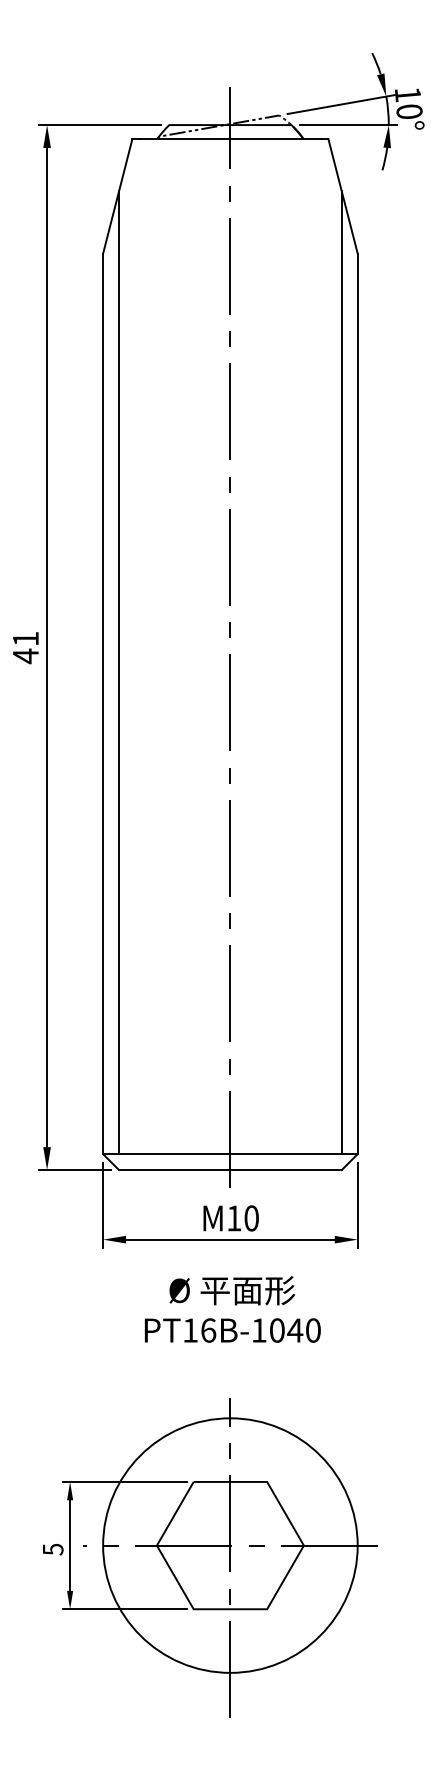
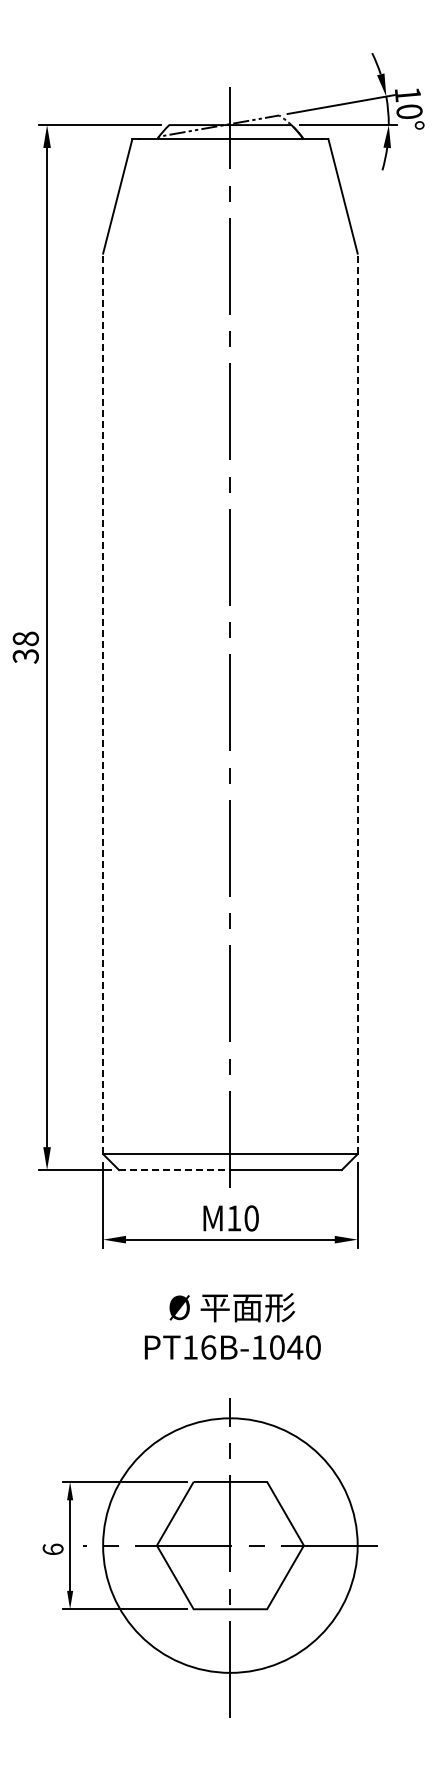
text at (25, 647): 41 -> 38
line at (119, 672): present -> none
line at (341, 672): present -> none
line at (103, 703): solid -> dashed
line at (357, 703): solid -> dashed
line at (174, 1170): solid -> dashed
text at (232, 1309) position: (232, 1309) -> (232, 1326)
text at (52, 1549): 5 -> 6
